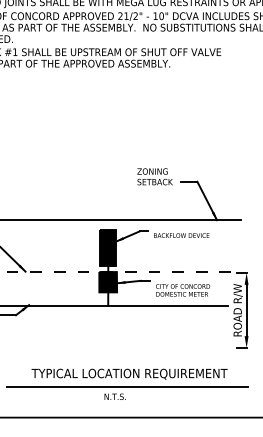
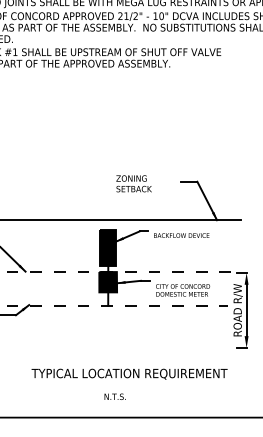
text at (154, 176) position: (154, 176) -> (133, 183)
line at (114, 305): solid -> dashed
line at (127, 387): present -> none
